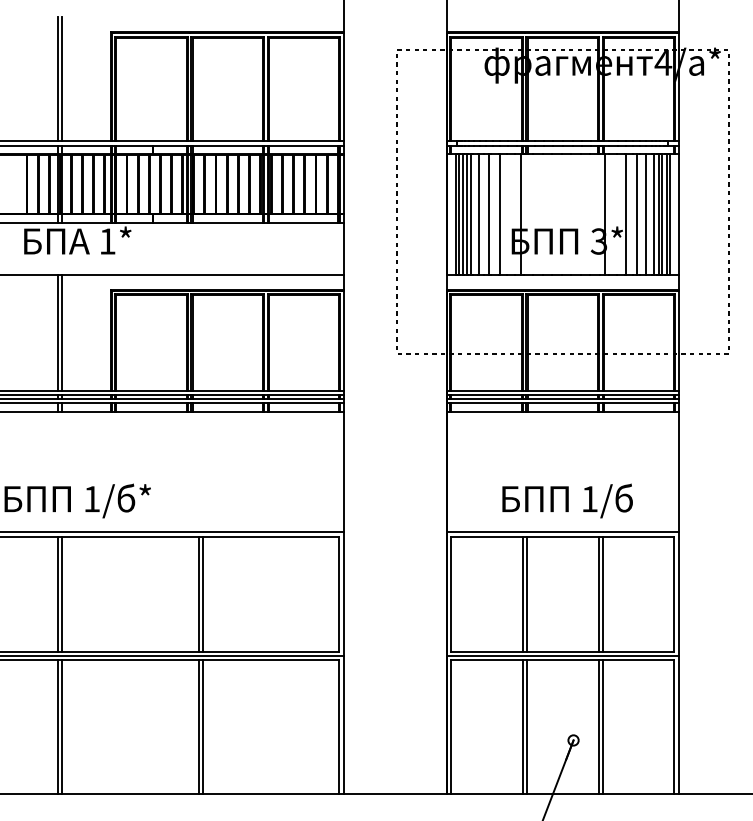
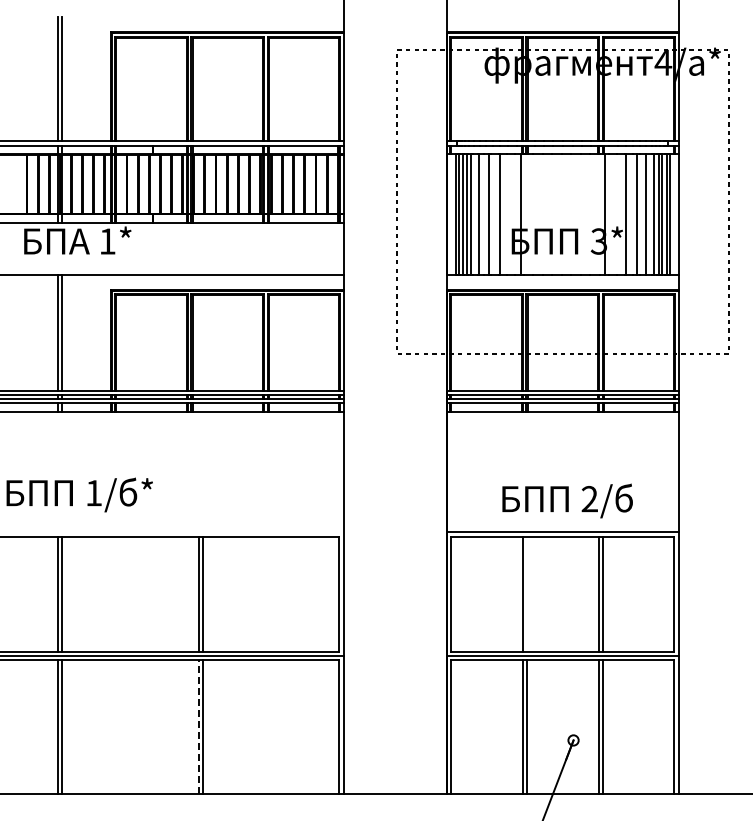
text at (589, 499): 1/ -> 2/
text at (77, 500) position: (77, 500) -> (79, 494)
line at (172, 532): present -> none
line at (527, 593): present -> none
line at (198, 727): solid -> dashed
